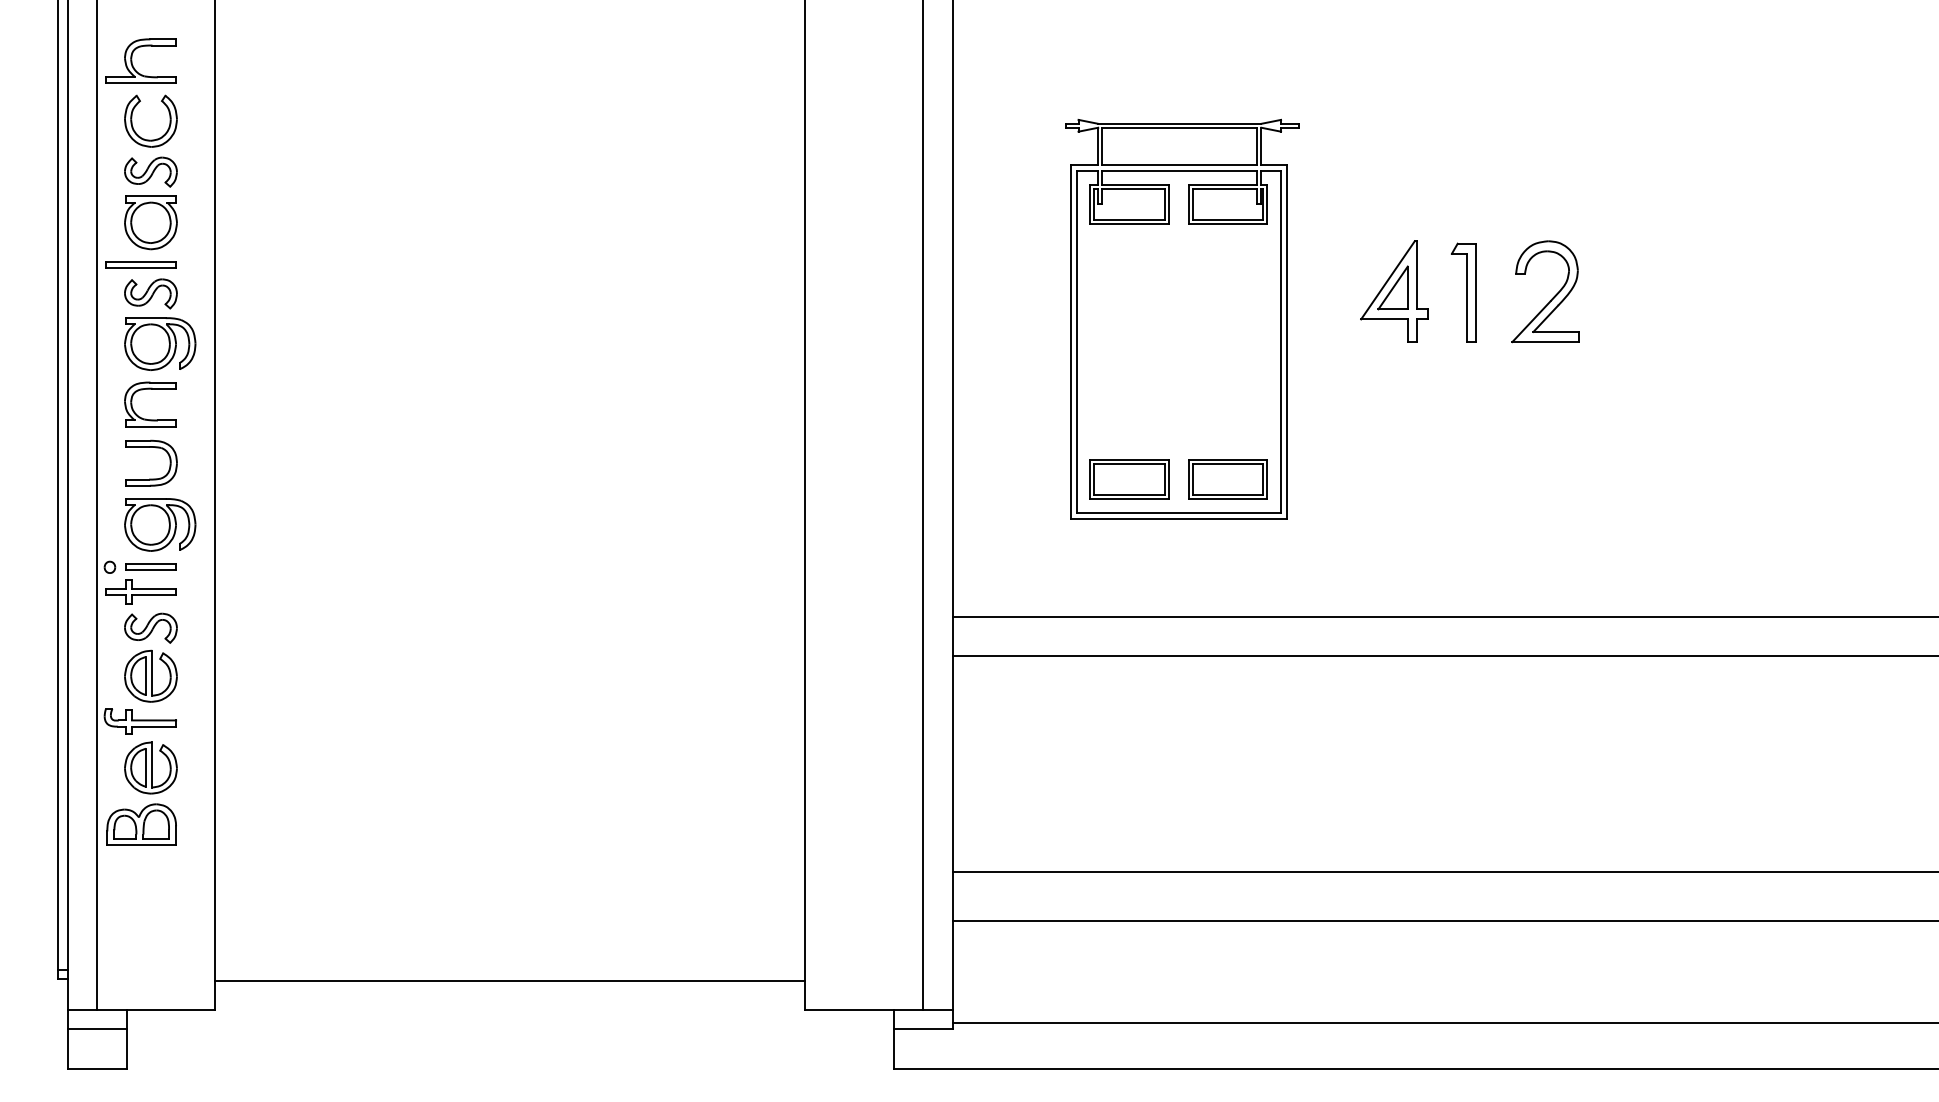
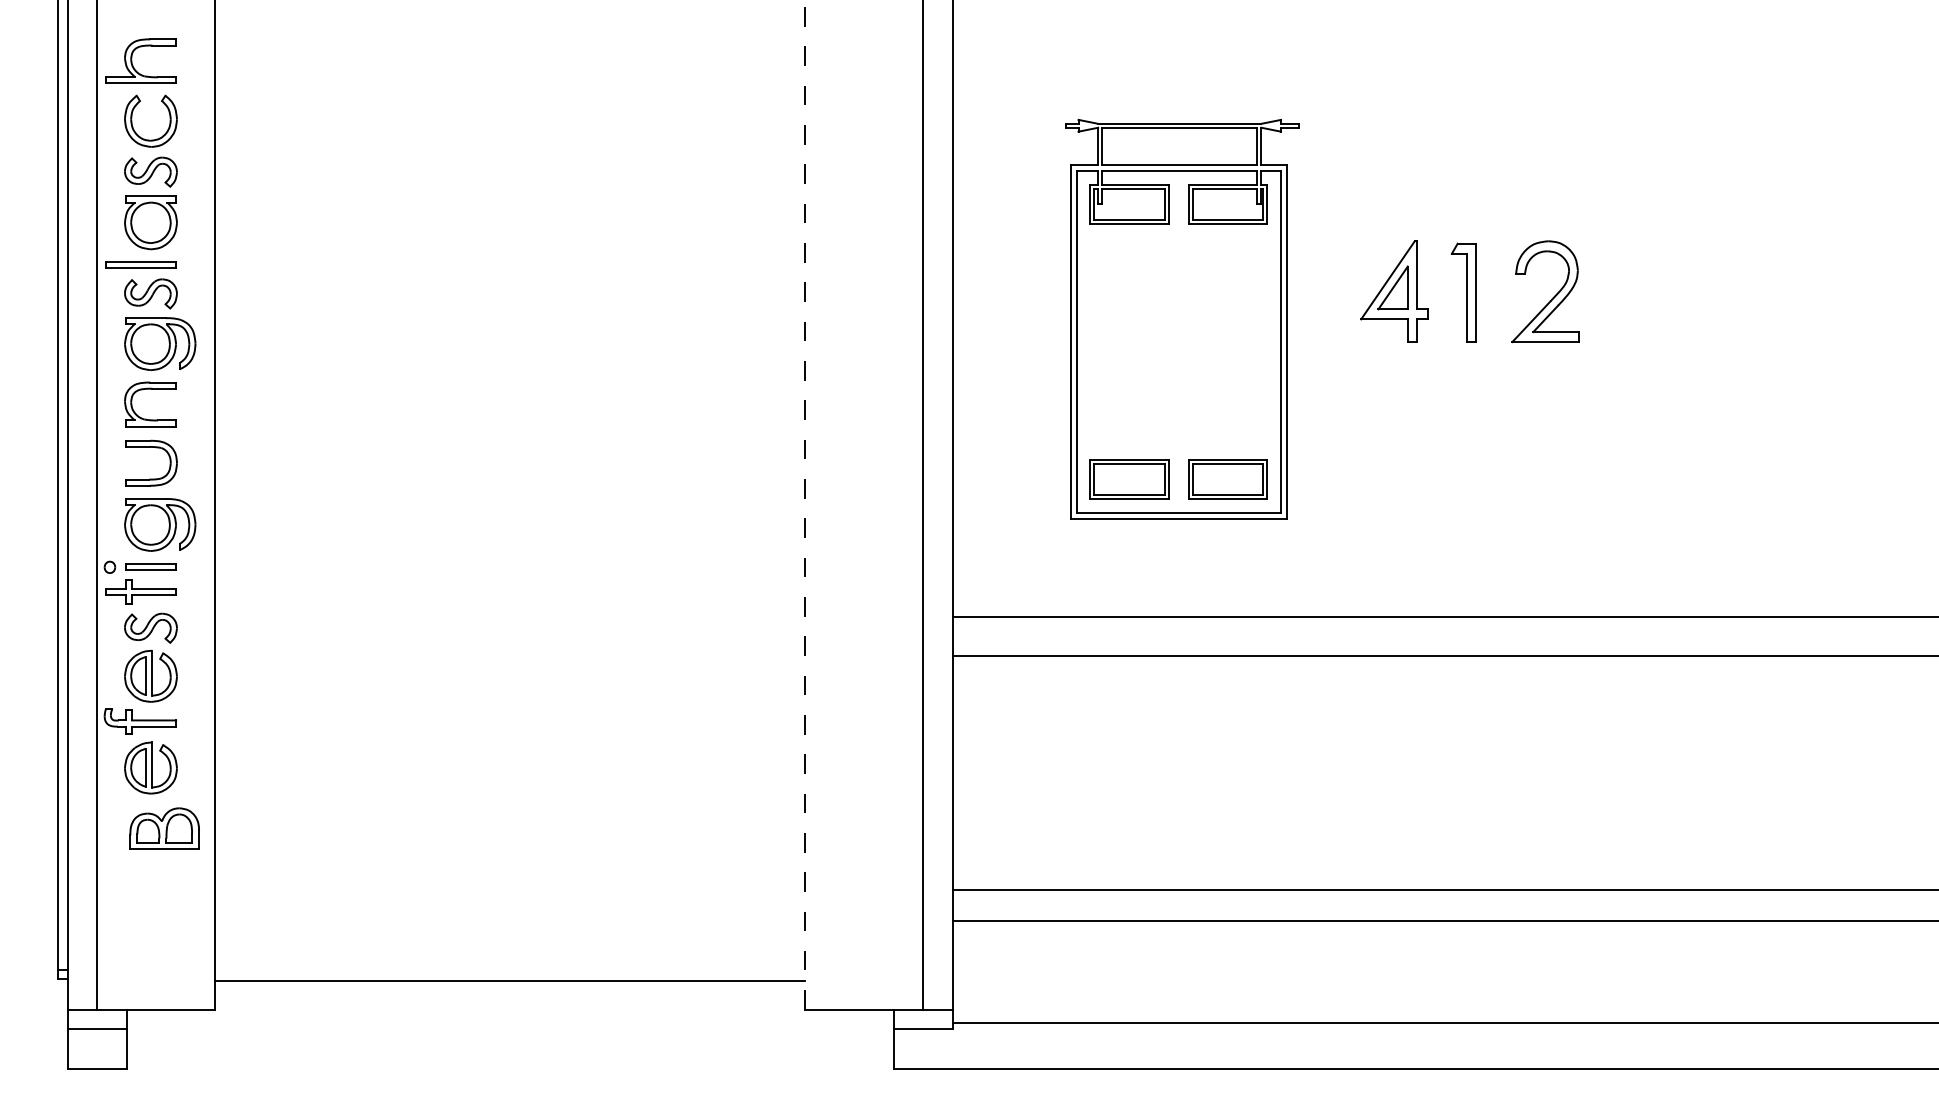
line at (805, 504): solid -> dashed
part at (141, 824) position: (141, 824) -> (164, 828)
line at (1443, 872) position: (1443, 872) -> (1443, 890)
